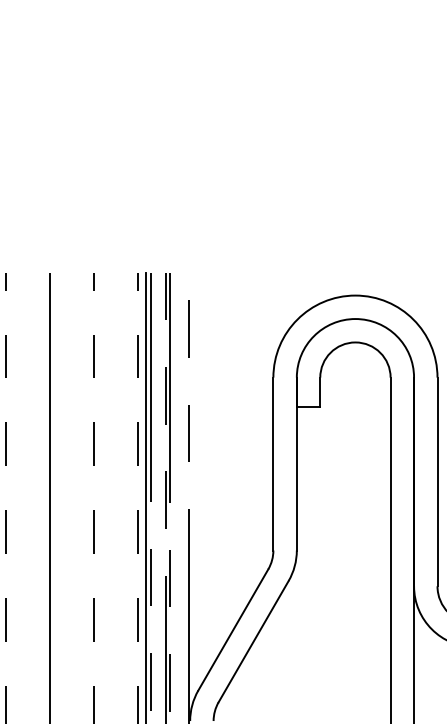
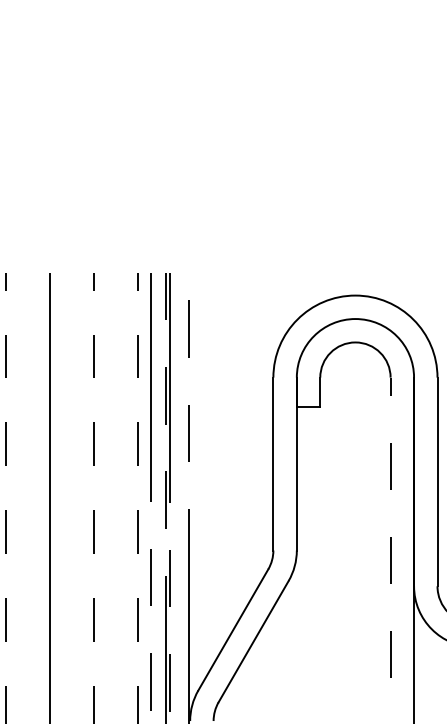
line at (146, 496): present -> none
line at (390, 550): solid -> dashed
